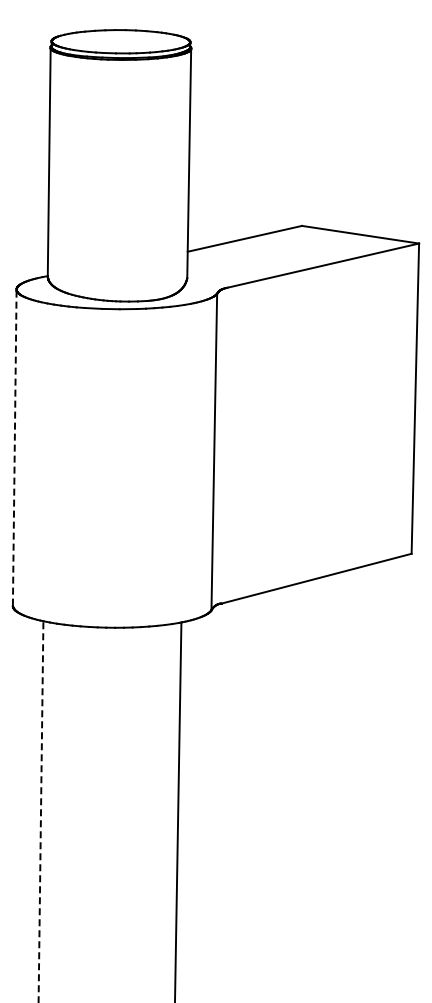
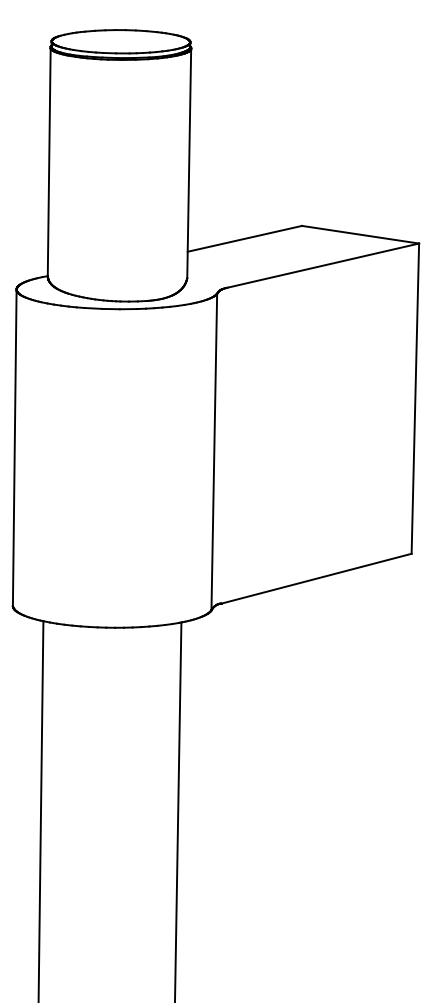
line at (14, 447): dashed -> solid
line at (41, 811): dashed -> solid
